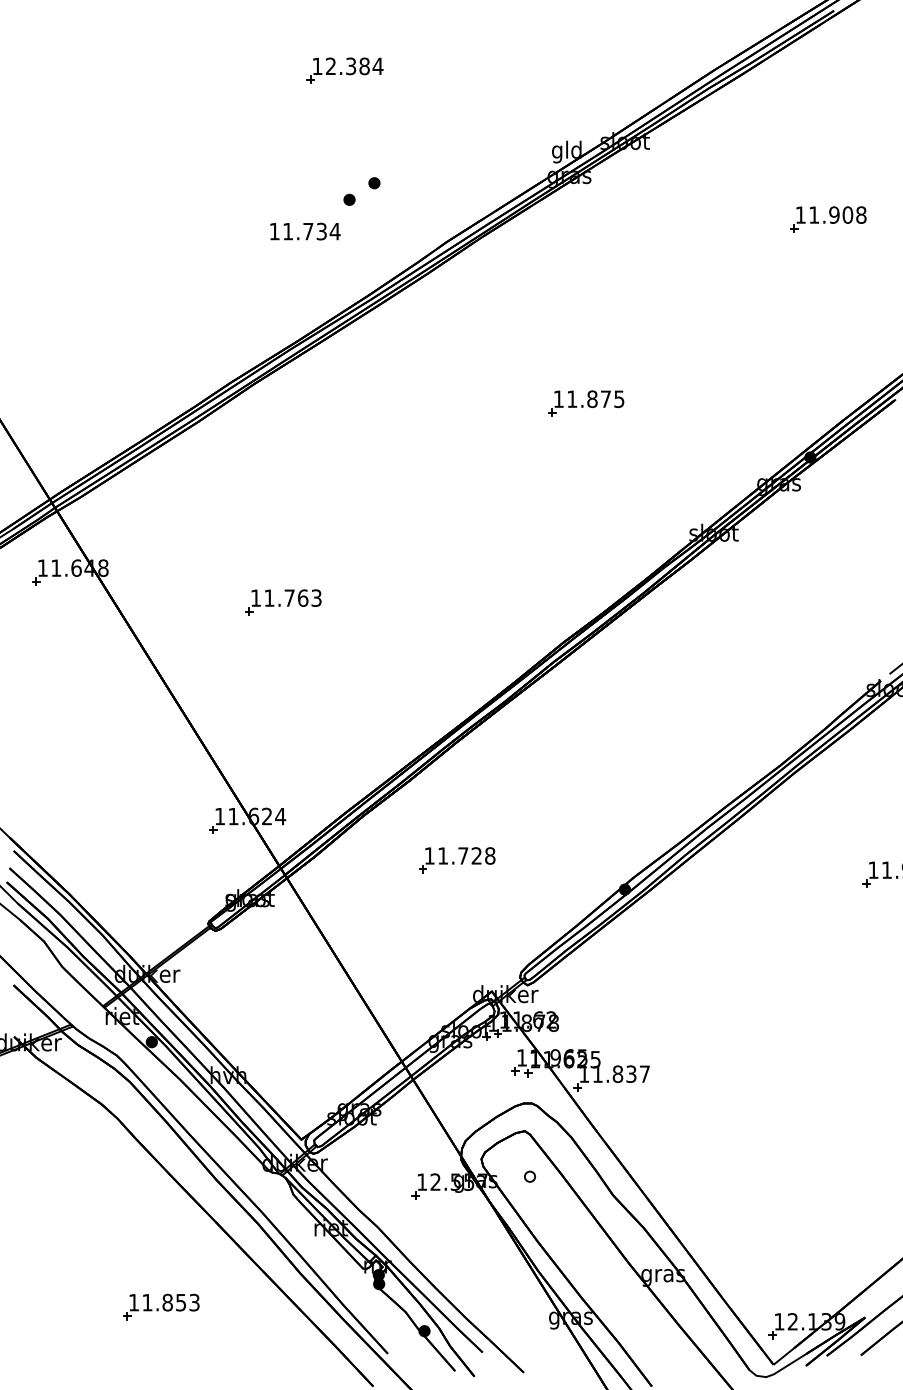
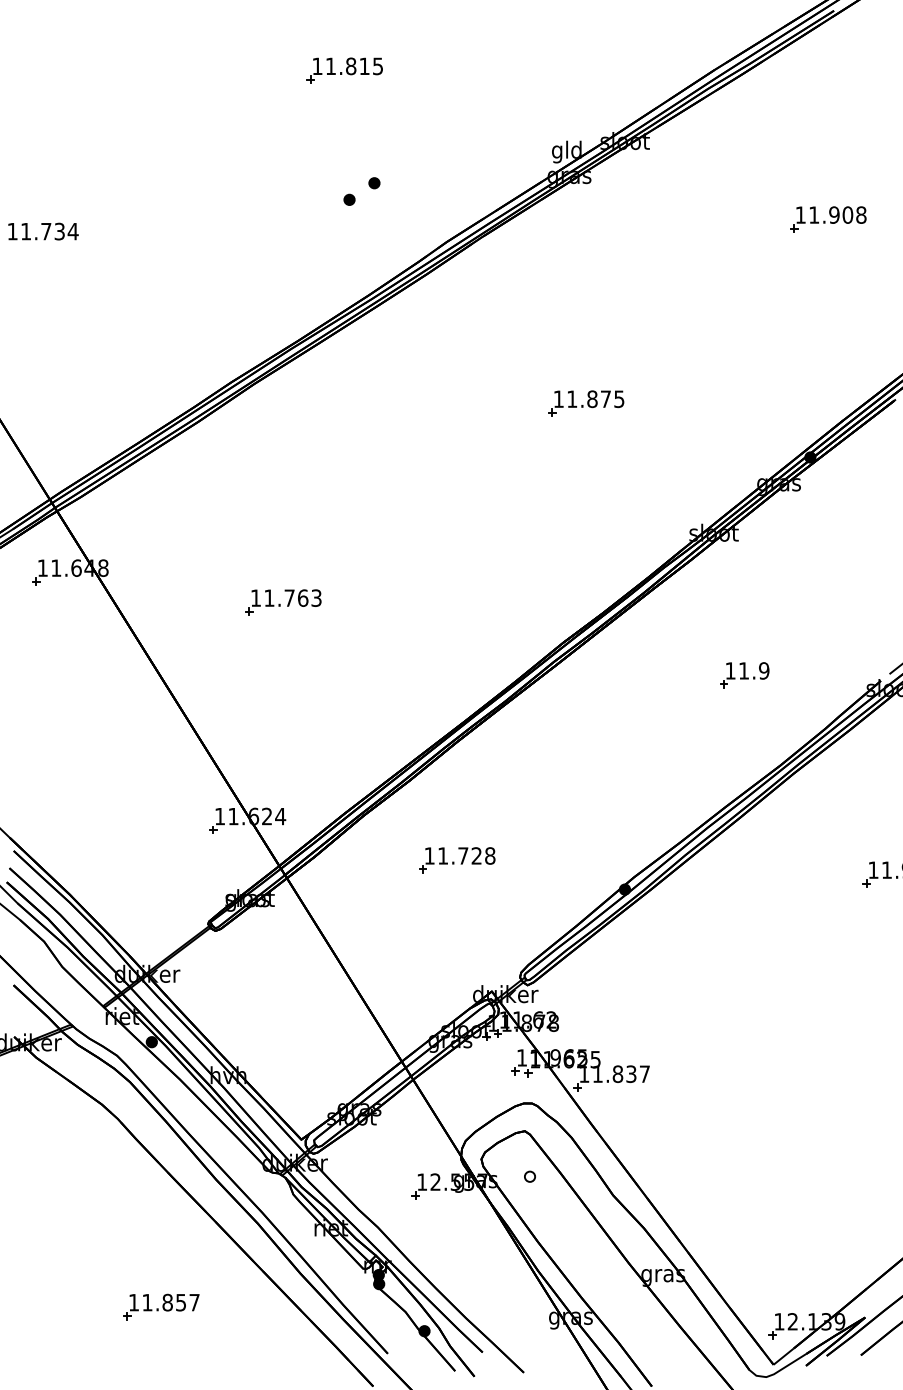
text at (354, 66): 12.384 -> 11.815
text at (305, 231) position: (305, 231) -> (43, 231)
part at (744, 675): none -> present
text at (194, 1302): 11.853 -> 11.857
